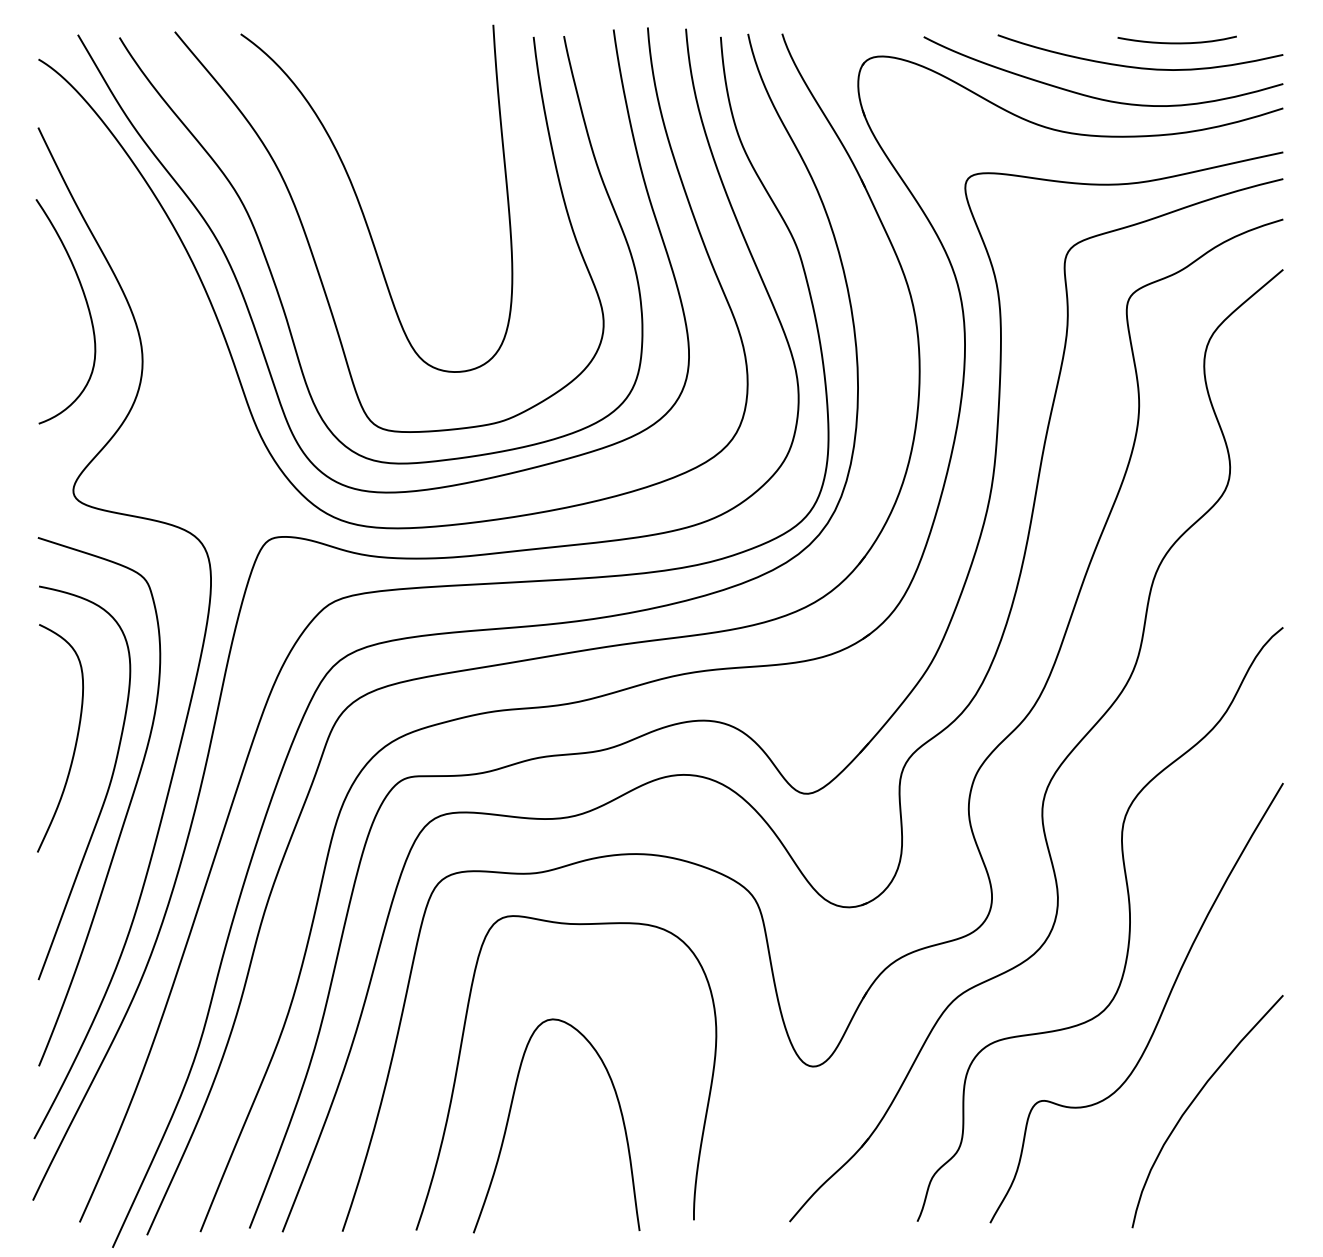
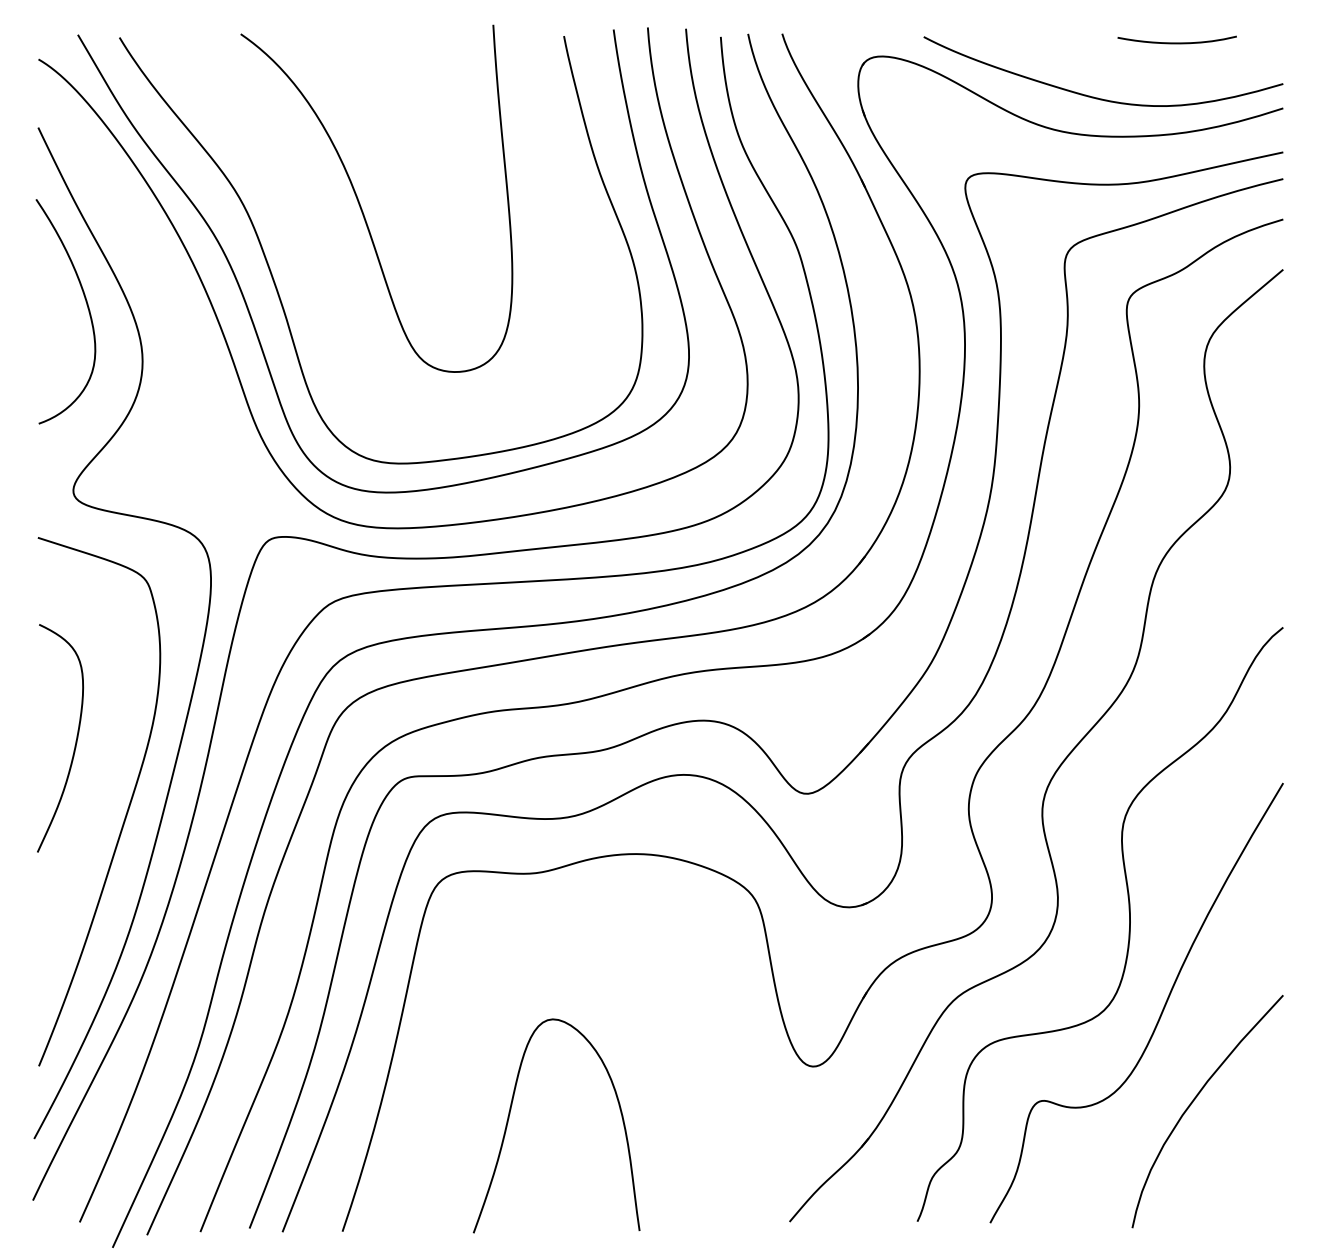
curve at (1136, 66): present -> none
curve at (314, 257): present -> none
curve at (107, 788): present -> none
curve at (460, 1056): present -> none
